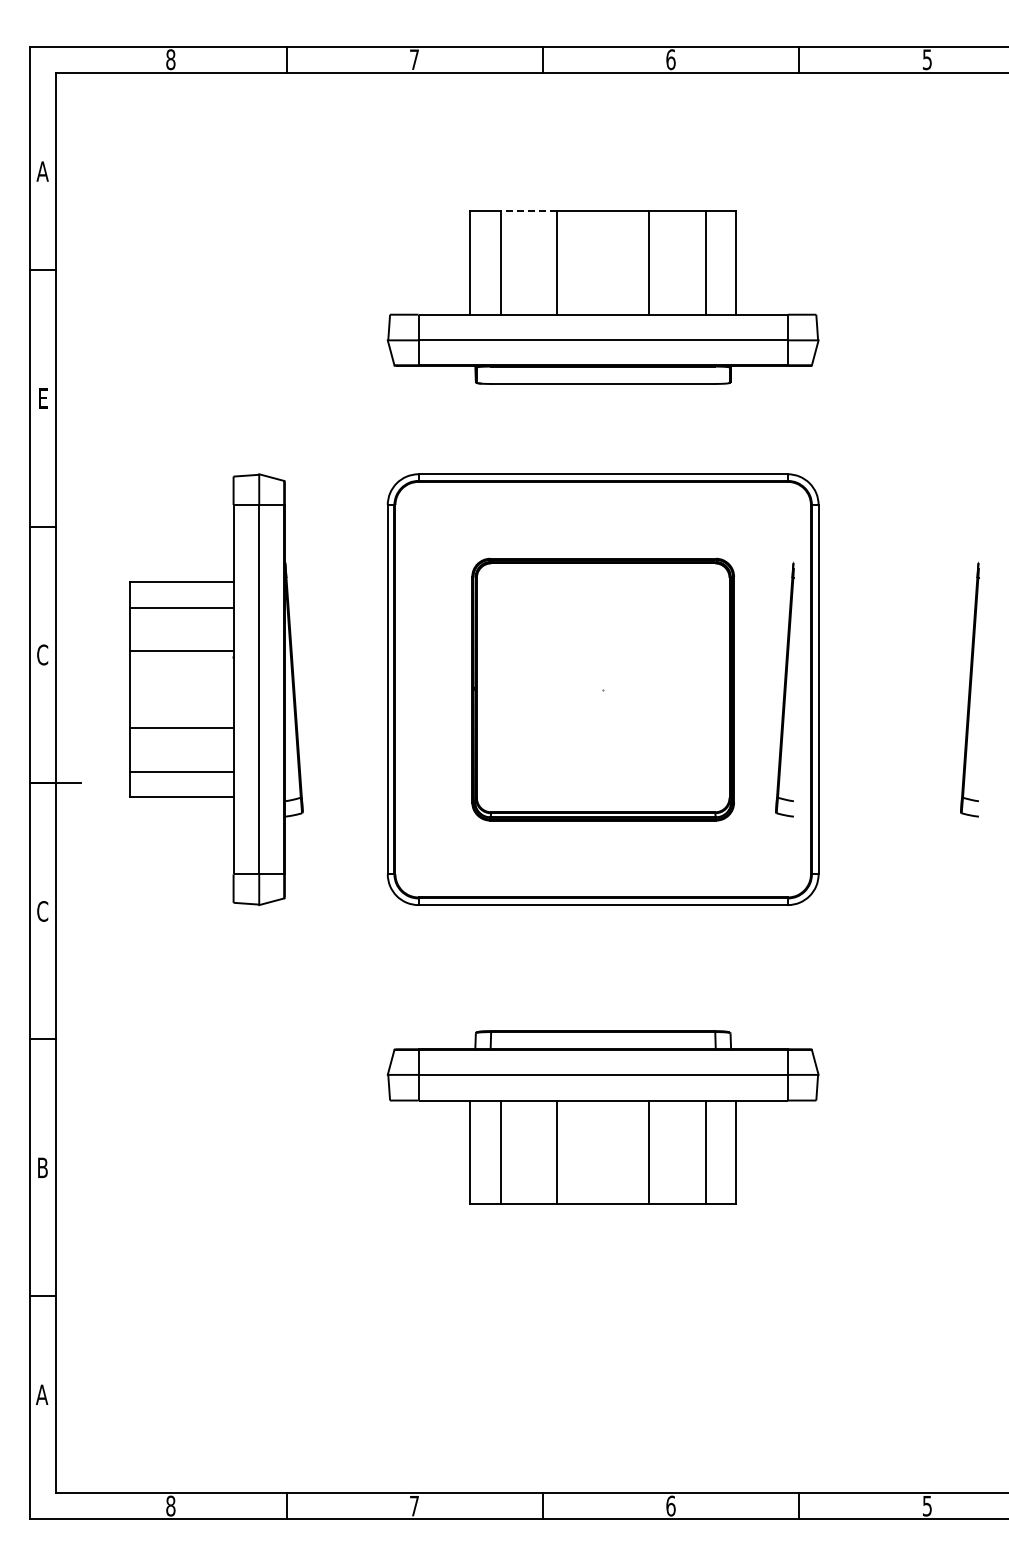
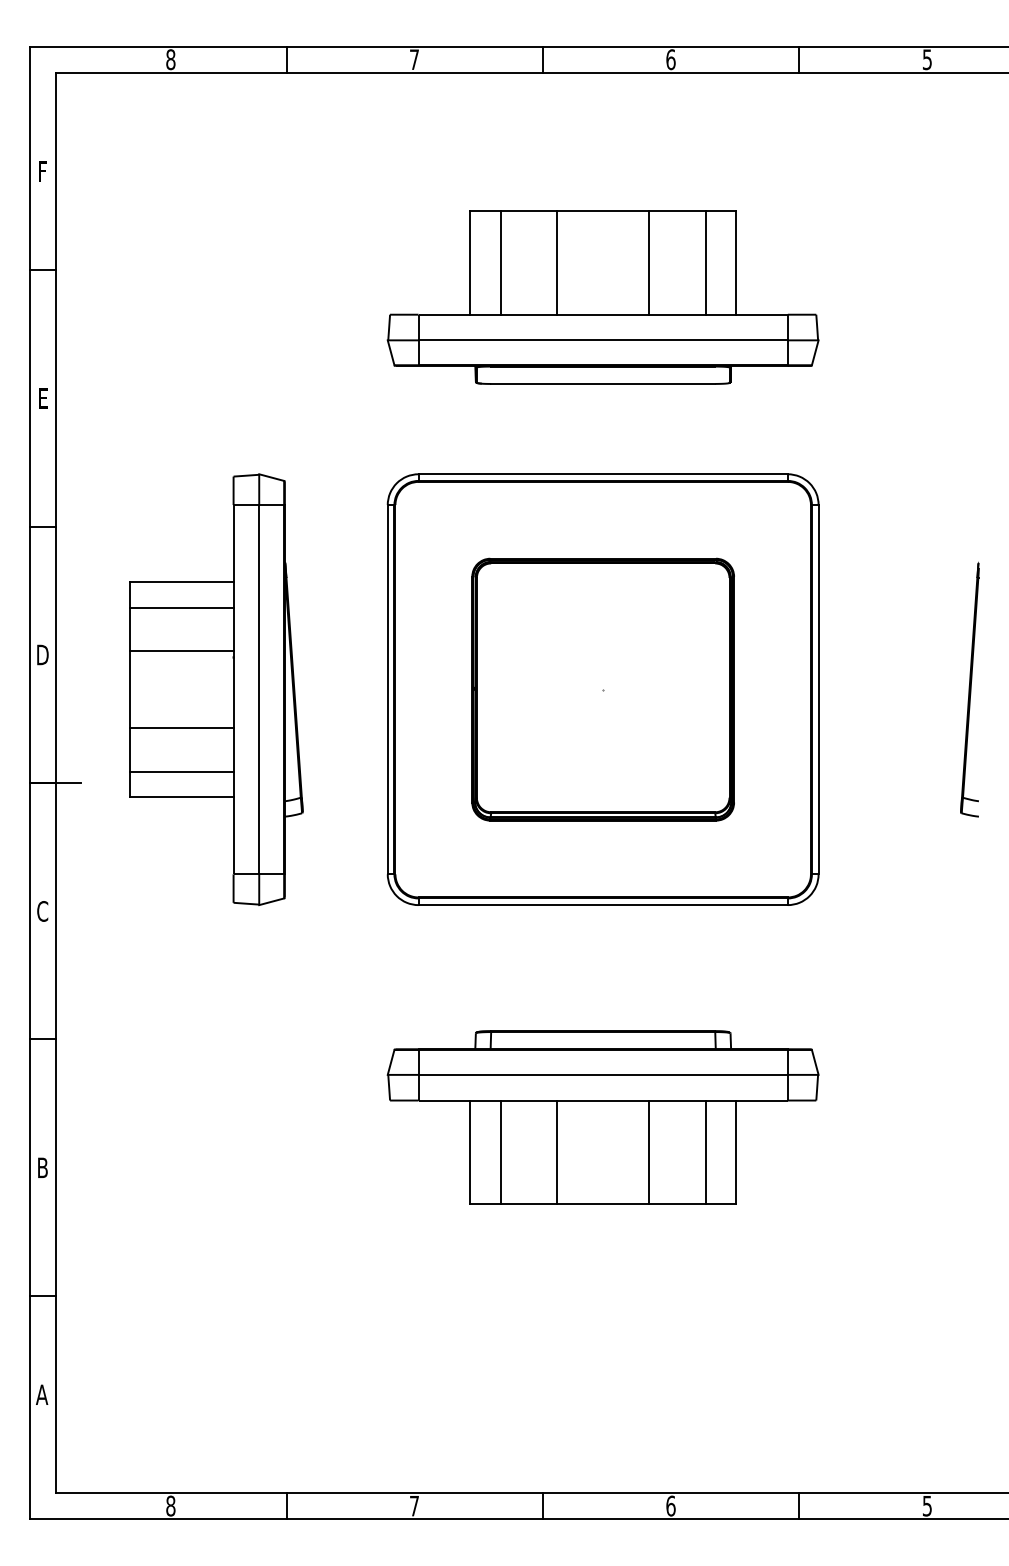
text at (42, 171): A -> F
line at (528, 211): dashed -> solid
text at (42, 654): C -> D
part at (784, 689): present -> none
